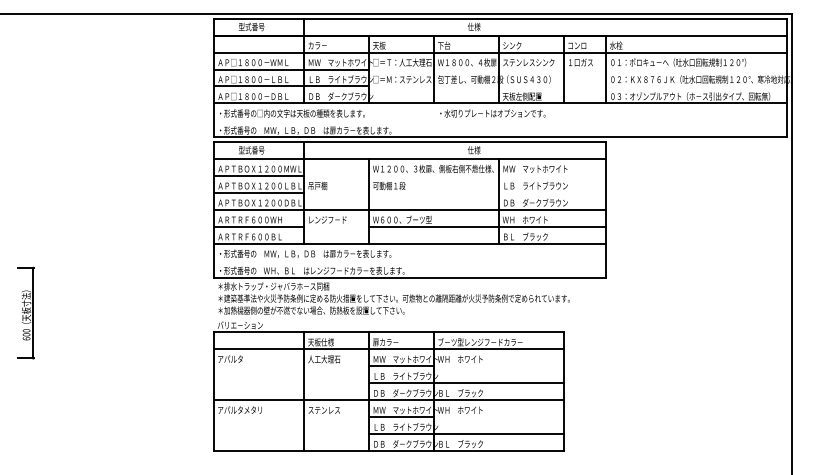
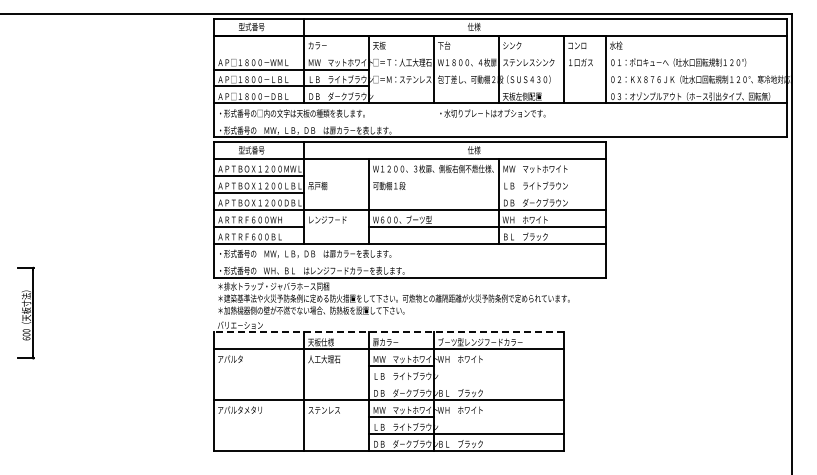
line at (500, 52): present -> none
line at (388, 332): solid -> dashed
line at (466, 383): present -> none
